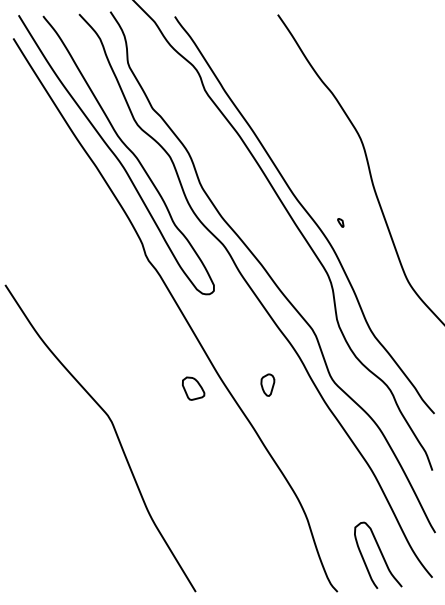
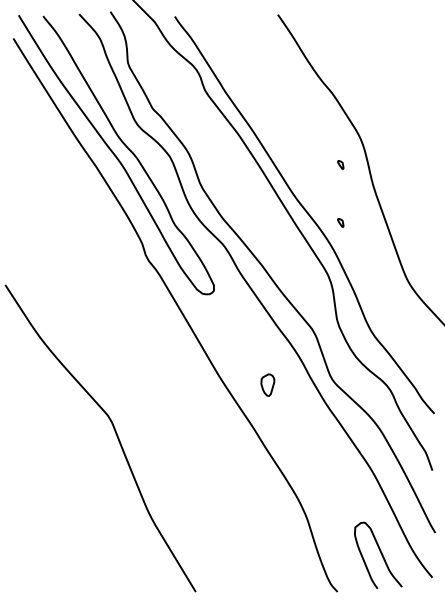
part at (340, 164): none -> present
part at (193, 388): present -> none
